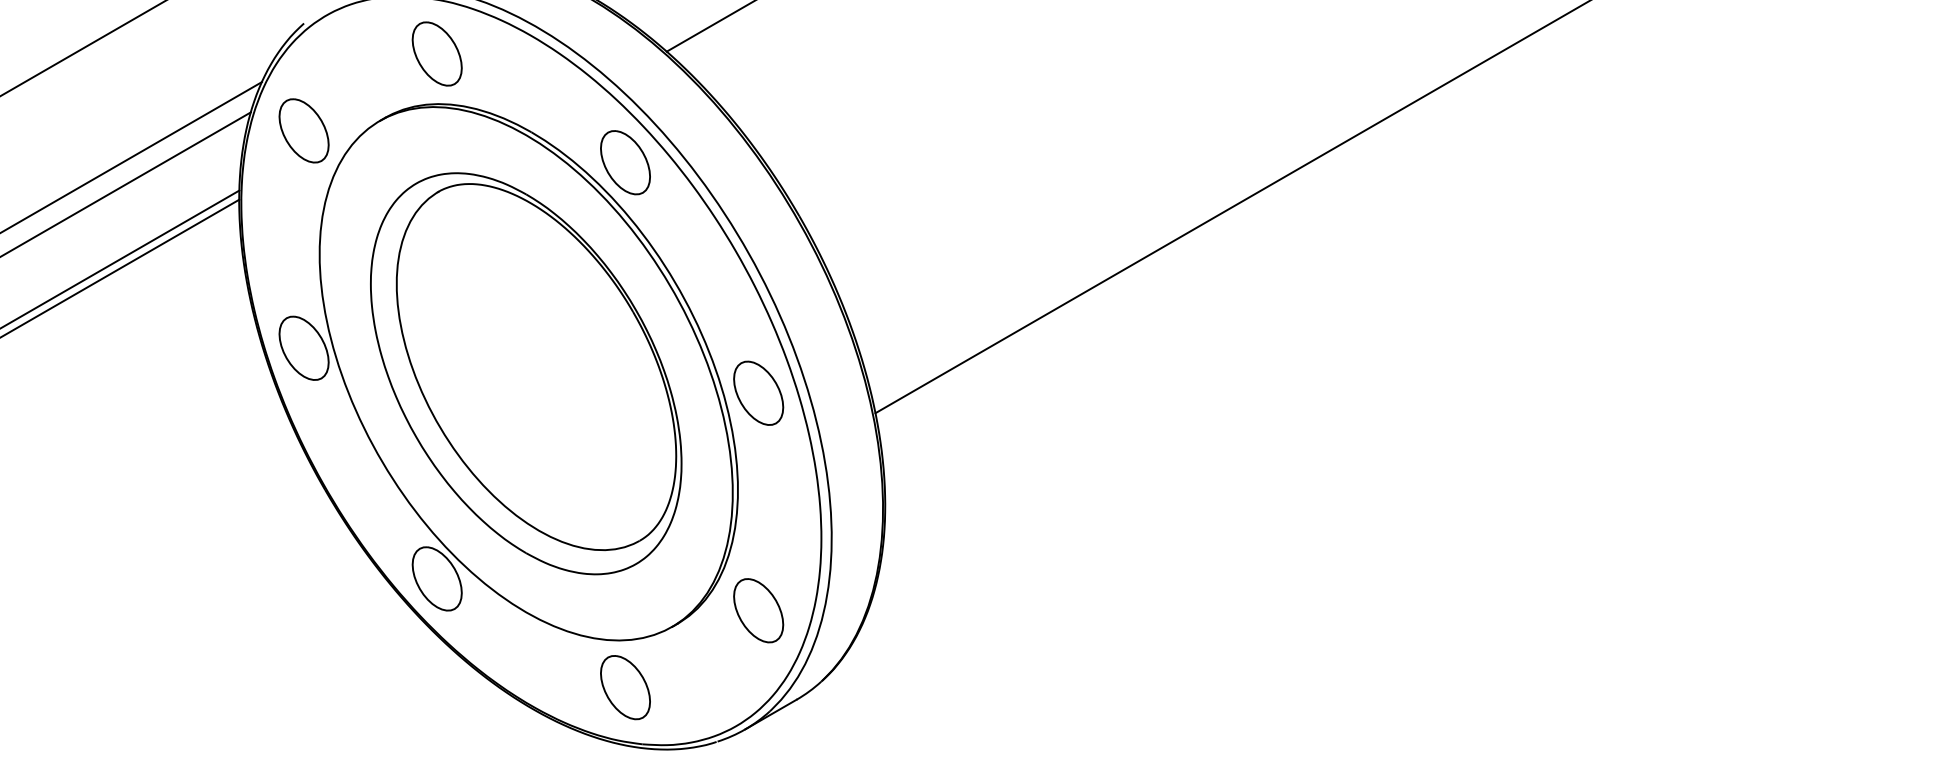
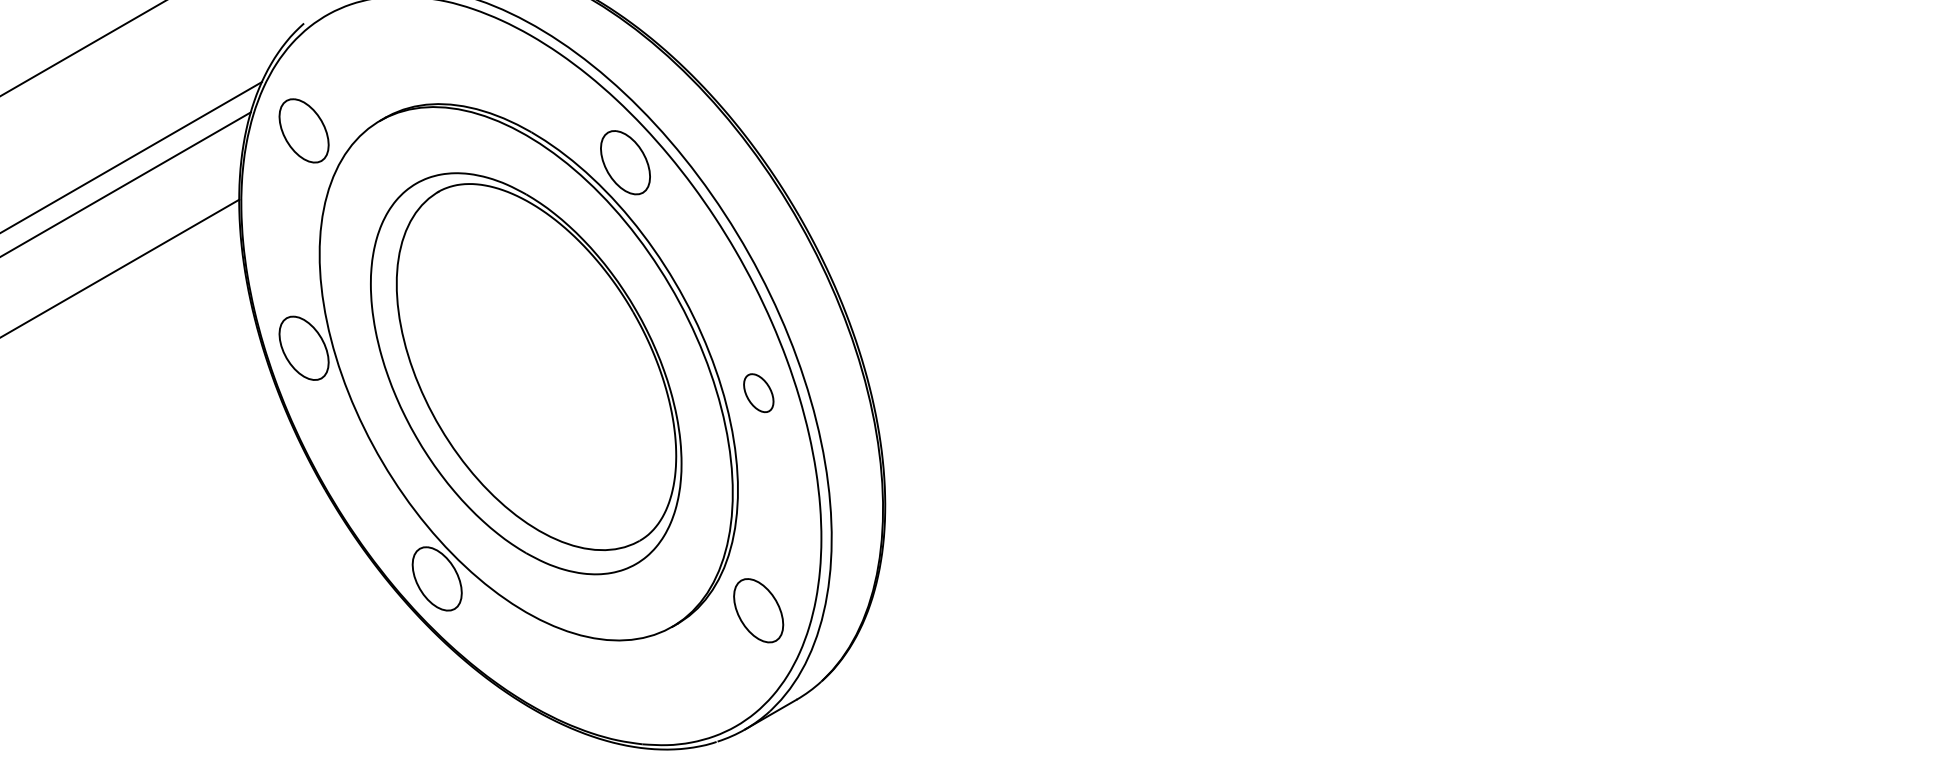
line at (709, 26): present -> none
part at (436, 53): present -> none
line at (1231, 207): present -> none
line at (120, 258): present -> none
part at (758, 392) size: 52x66 px -> 32x41 px
part at (625, 687): present -> none
